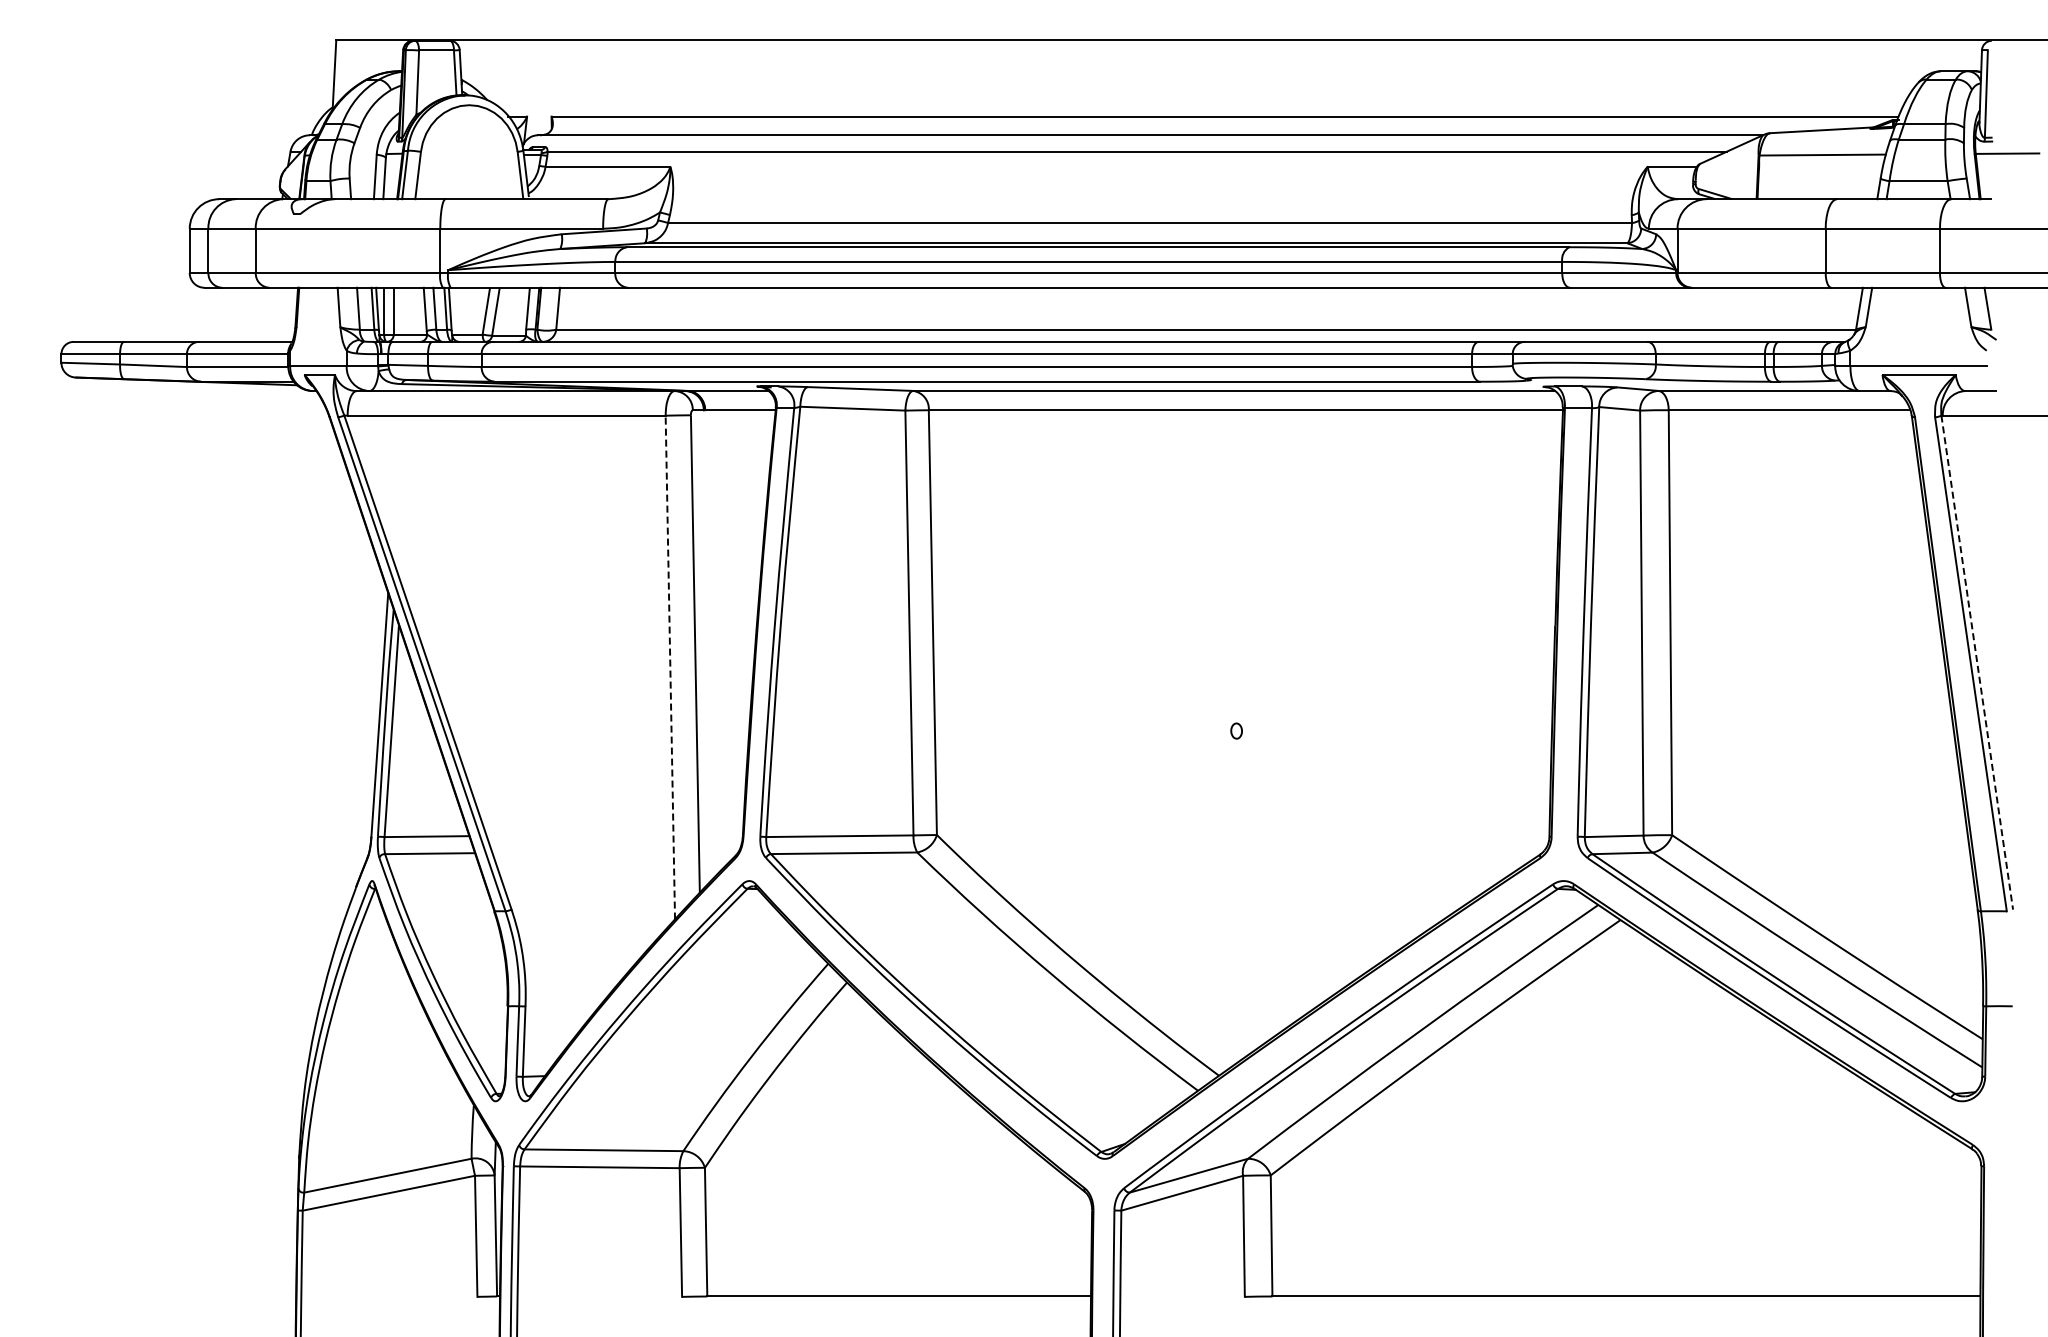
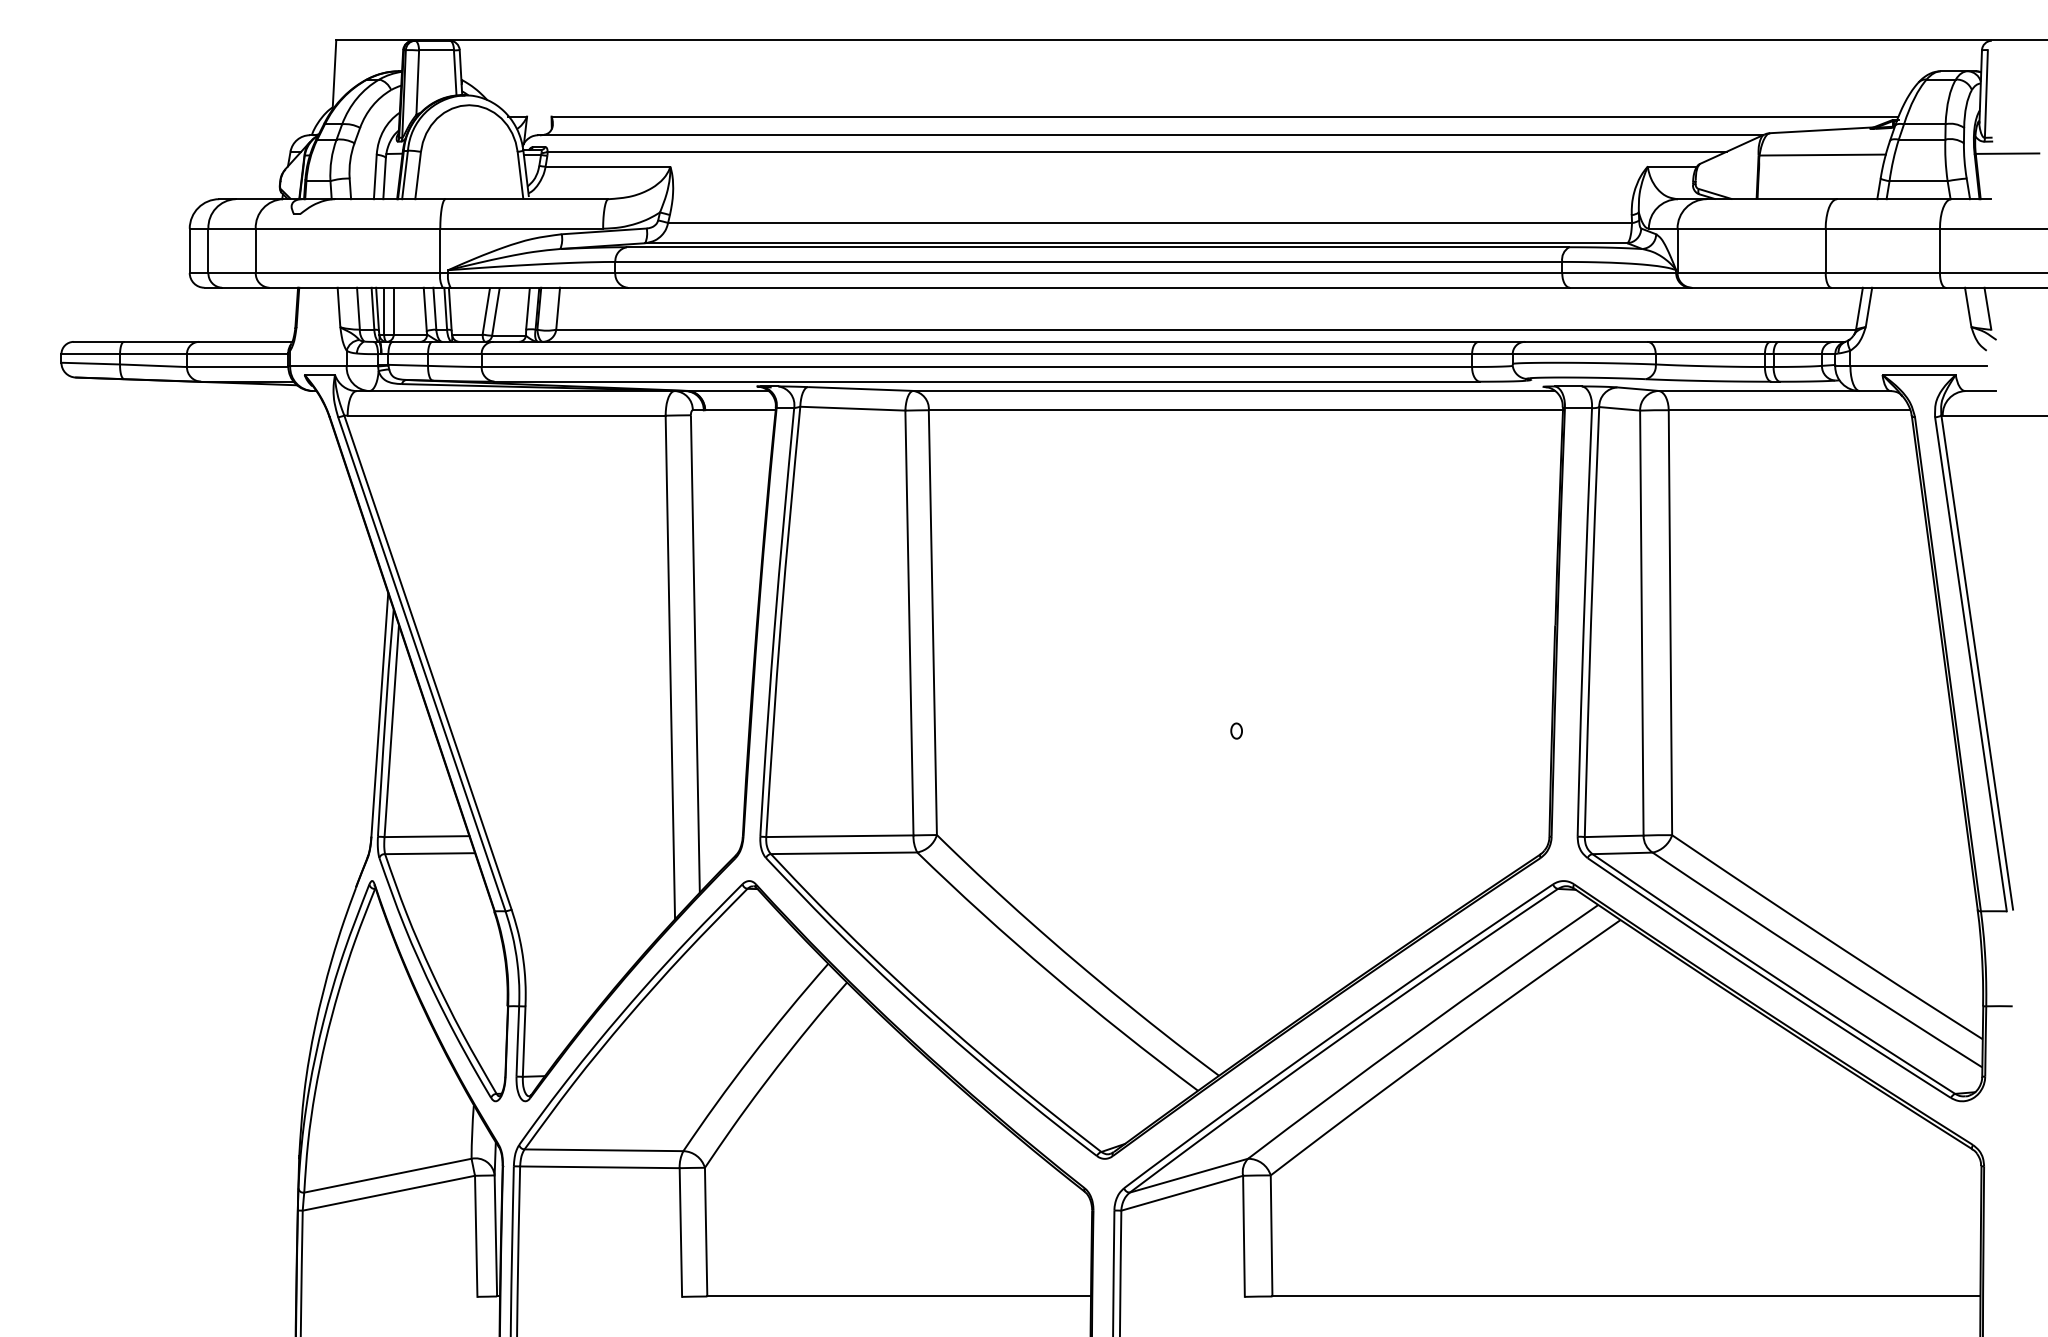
line at (1977, 662): dashed -> solid
line at (670, 667): dashed -> solid
